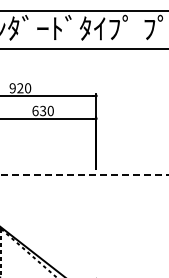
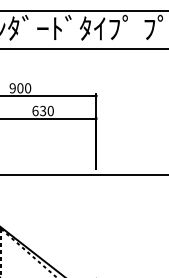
text at (20, 88): 920 -> 900
line at (84, 175): dashed -> solid
